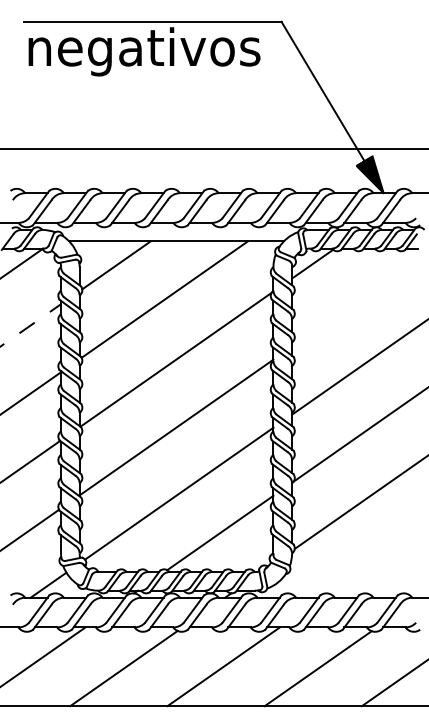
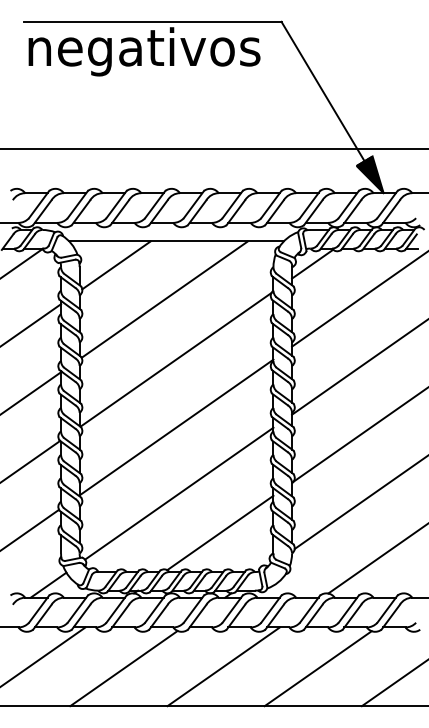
line at (358, 299): none -> present
line at (30, 325): dashed -> solid
line at (376, 559): none -> present
